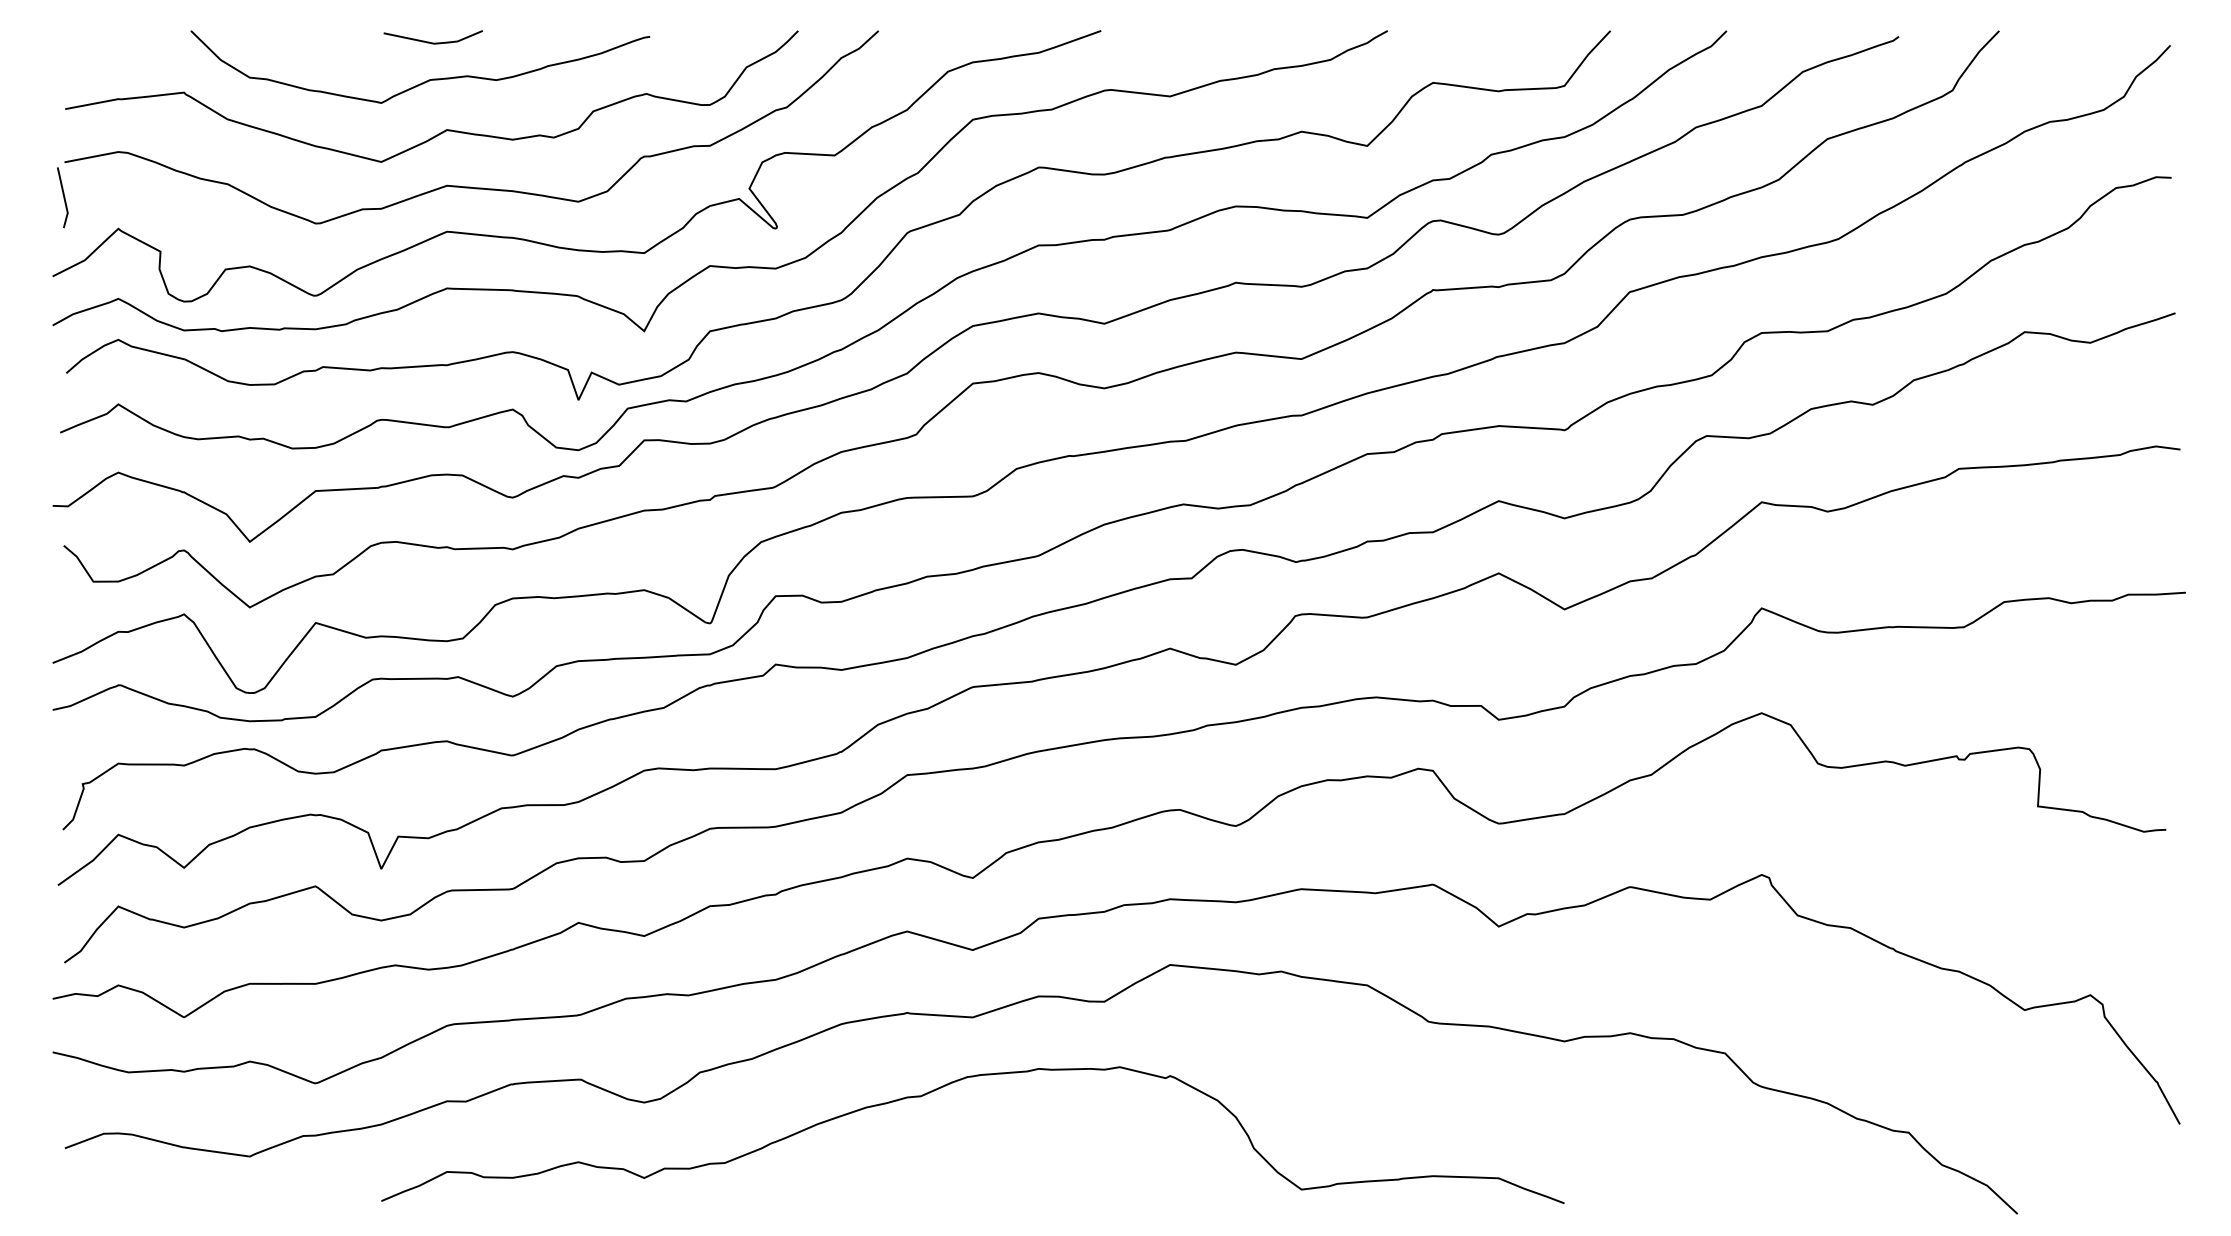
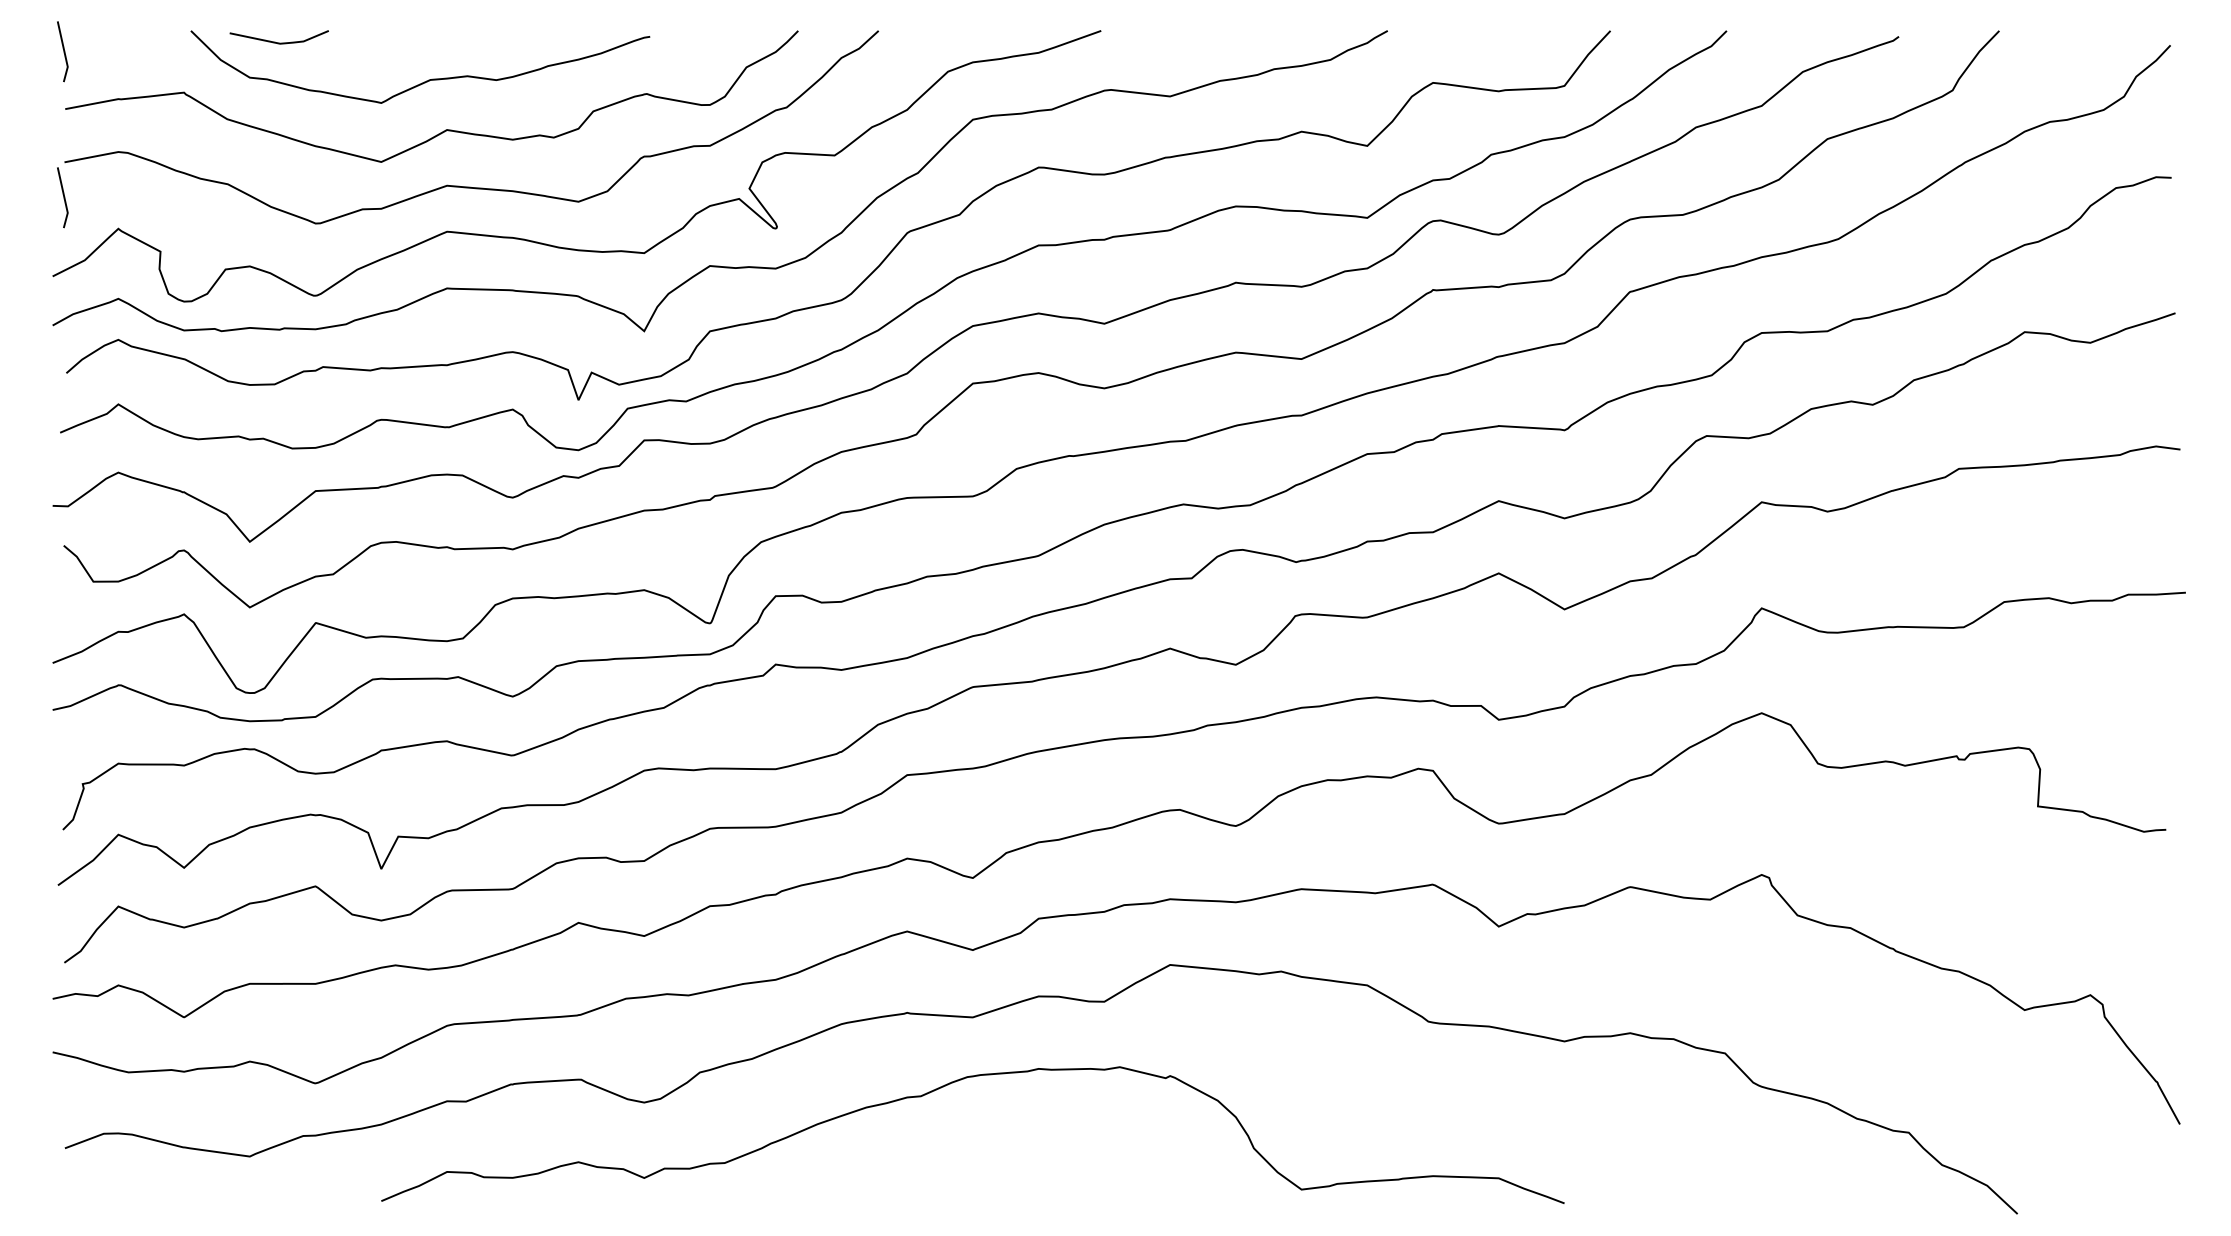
line at (429, 41) position: (429, 41) -> (275, 41)
line at (63, 51): none -> present
